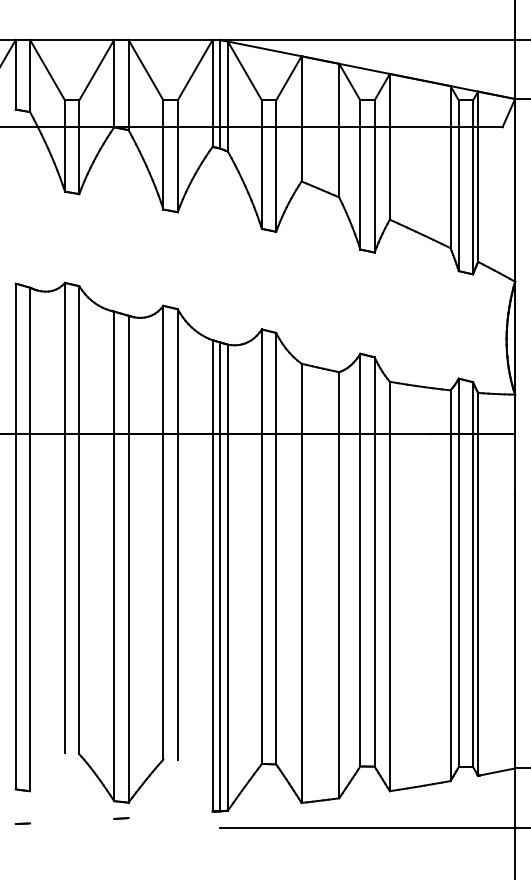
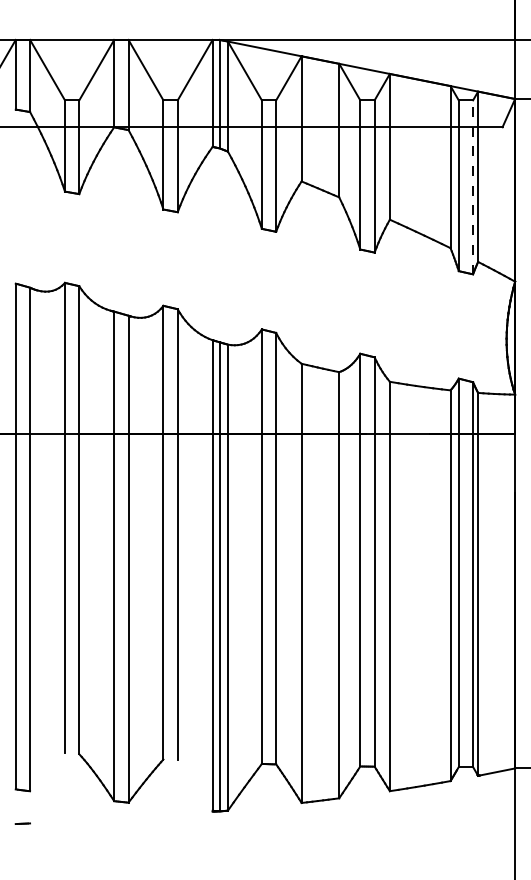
line at (473, 186): solid -> dashed
line at (121, 818): present -> none
line at (373, 827): present -> none
